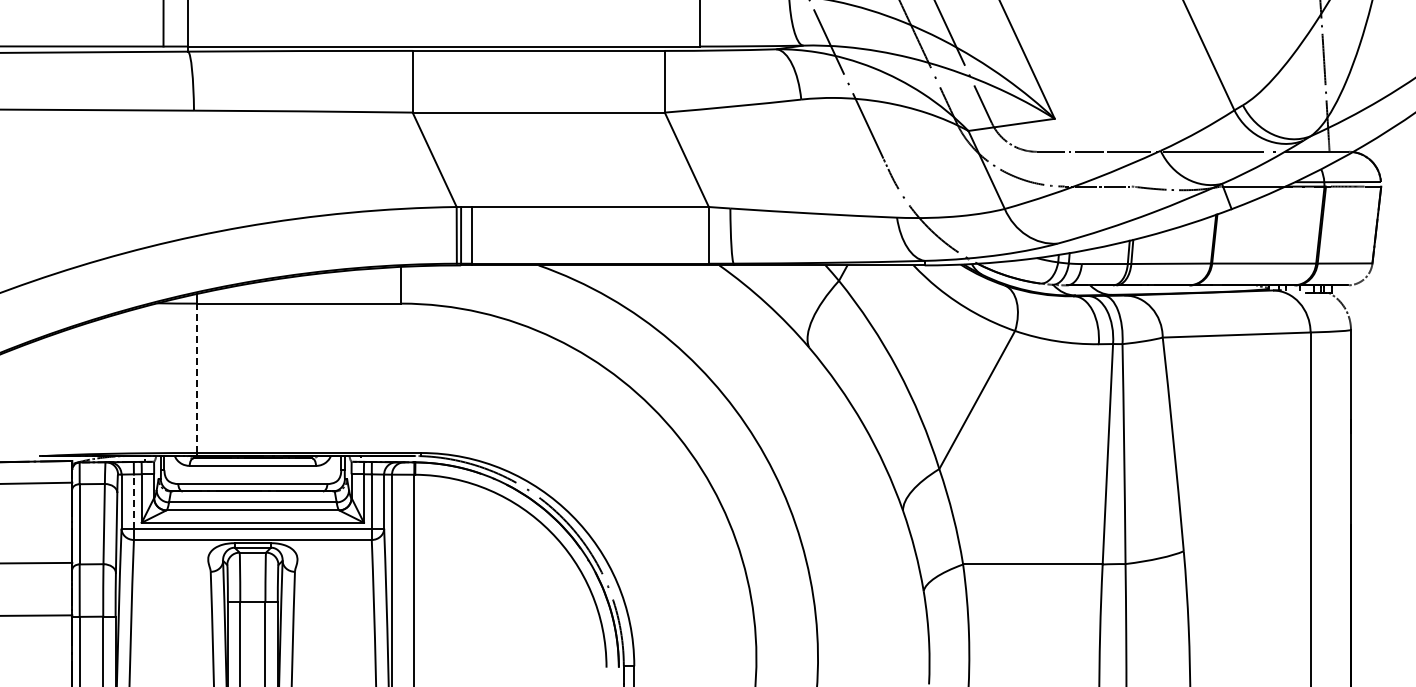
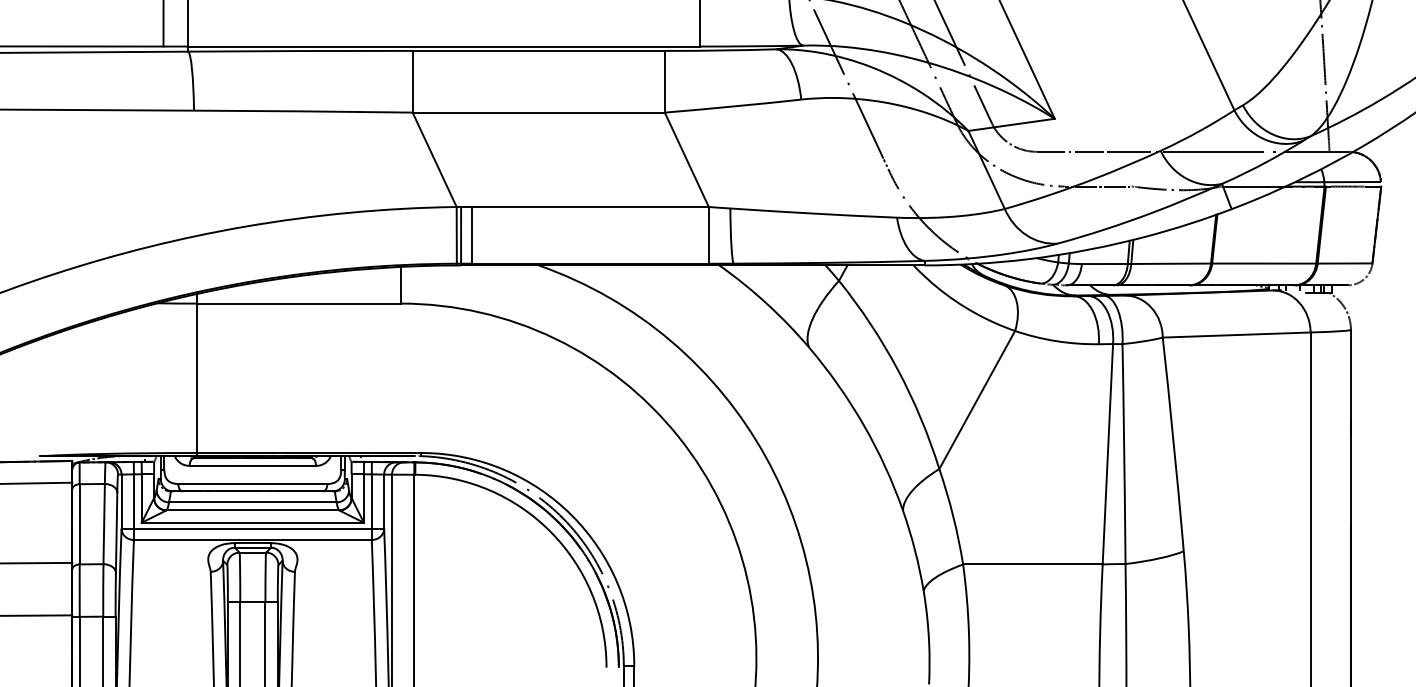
line at (196, 378): dashed -> solid
line at (133, 501): dashed -> solid
